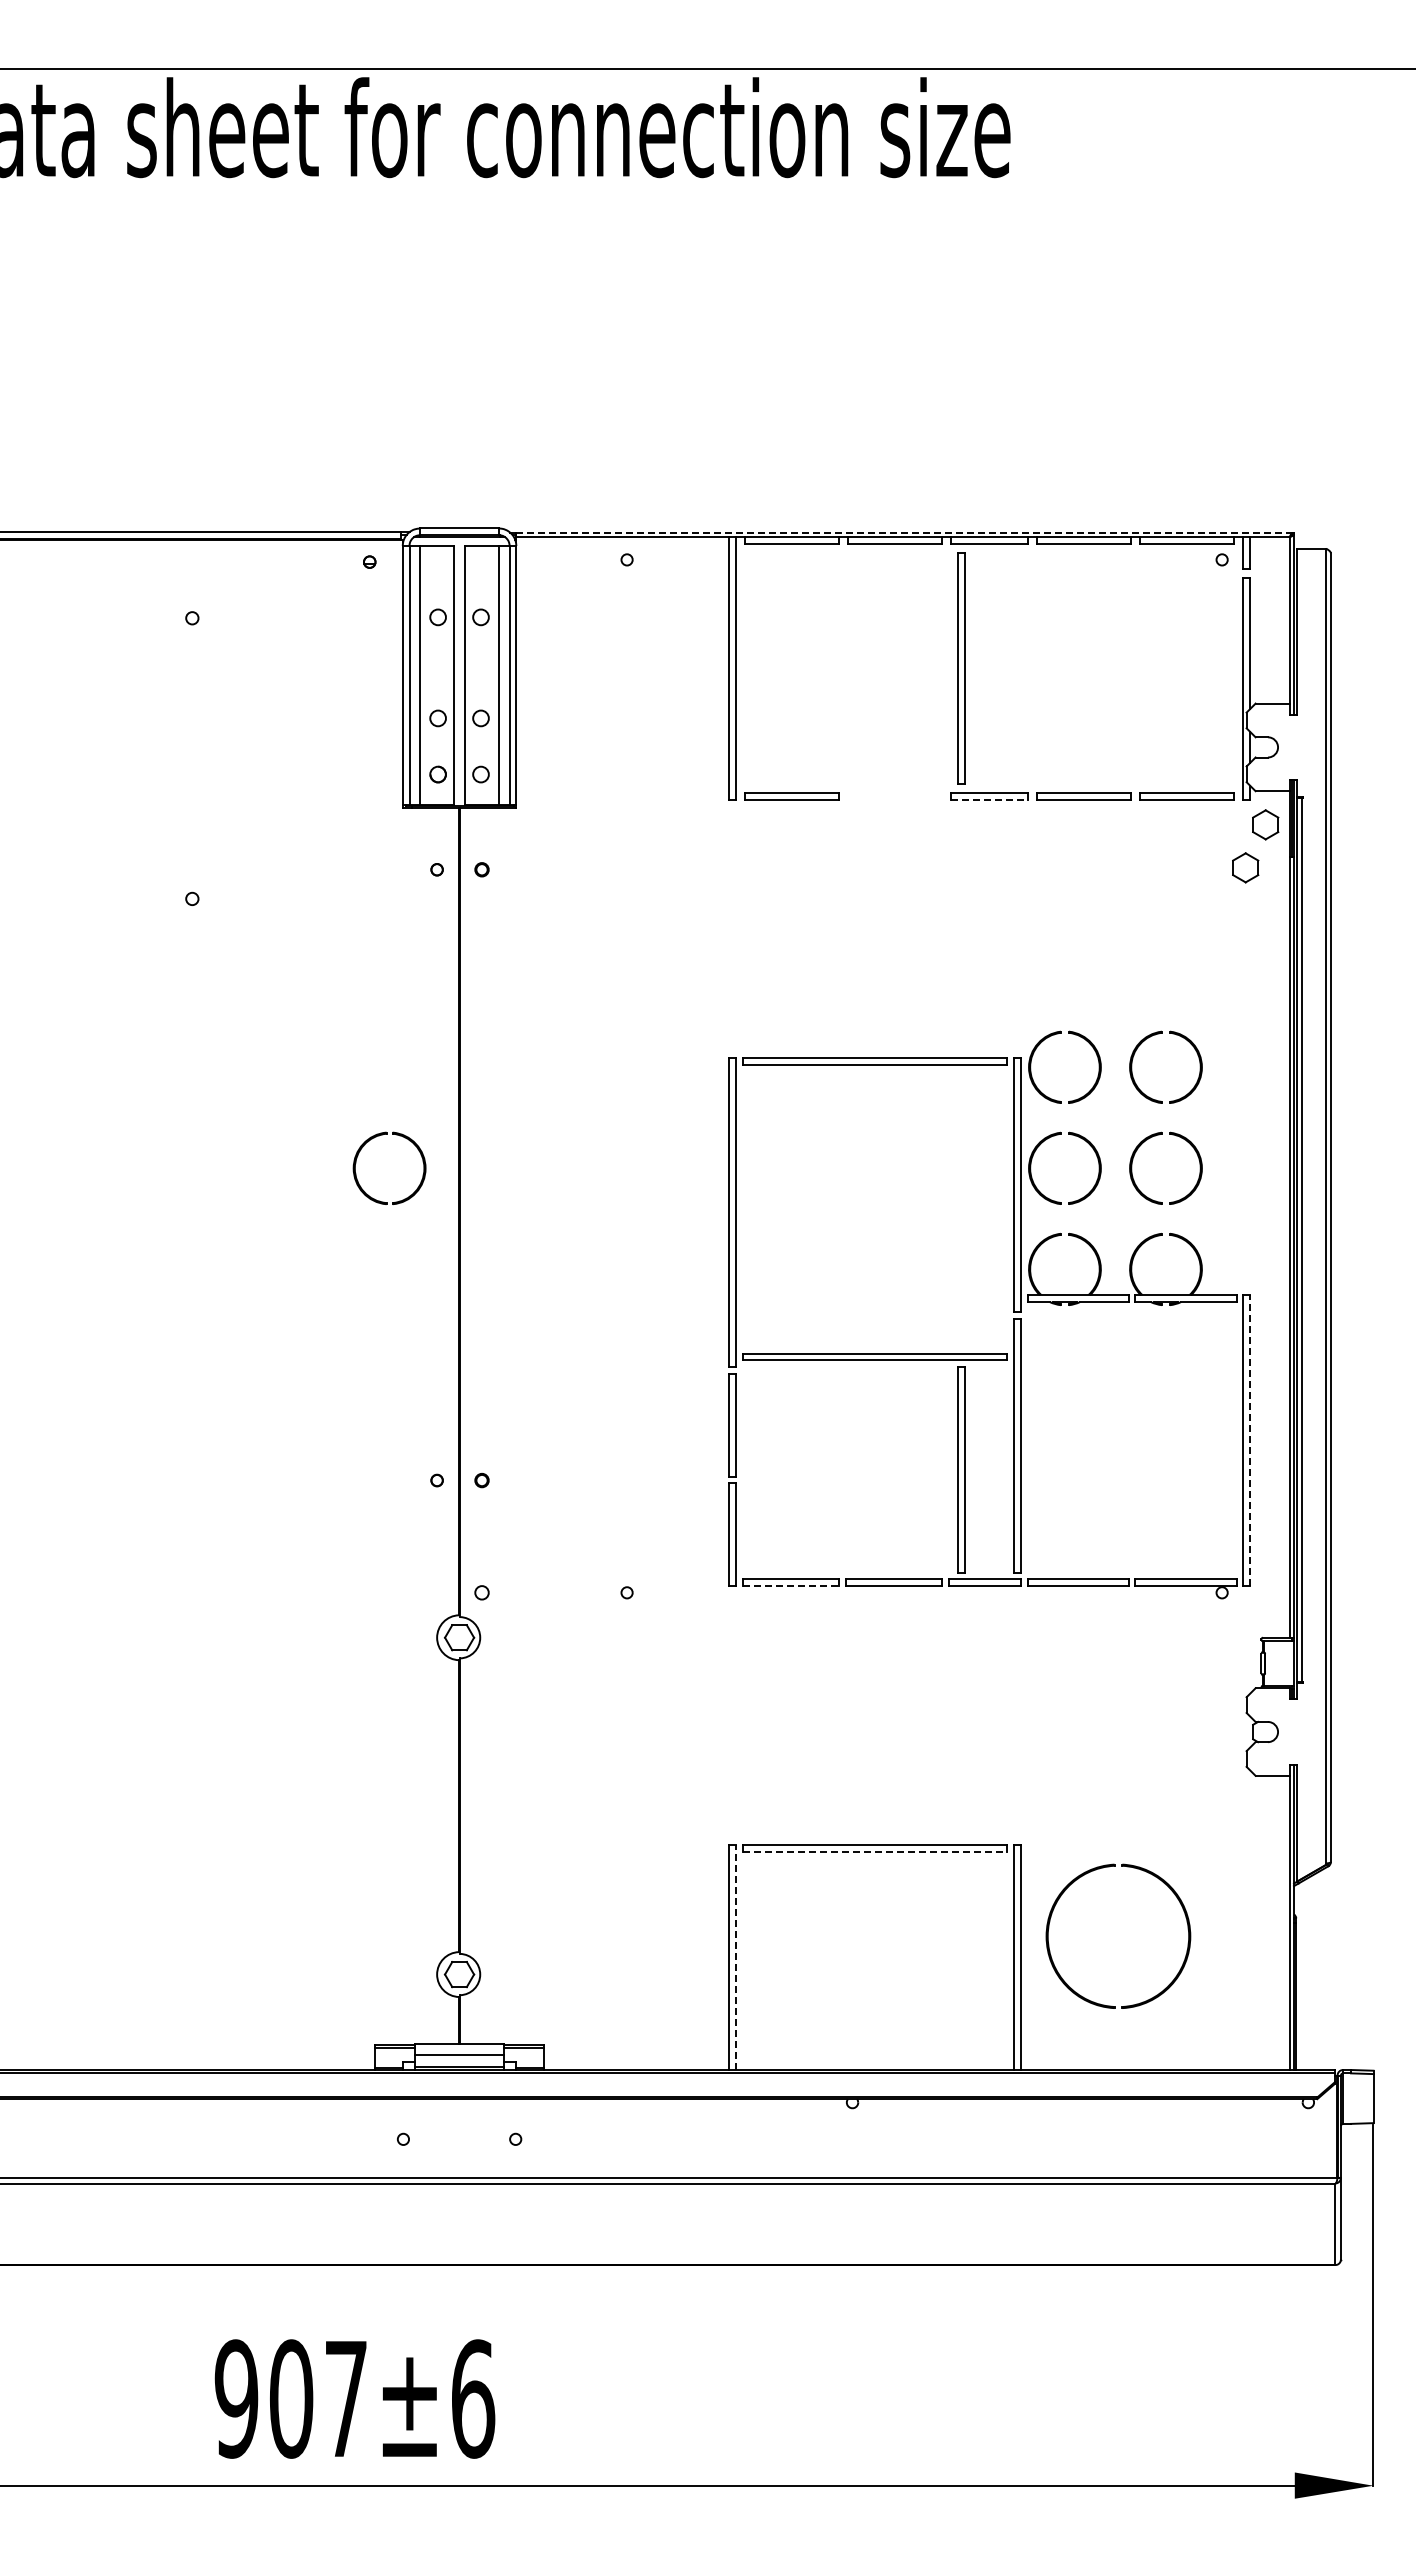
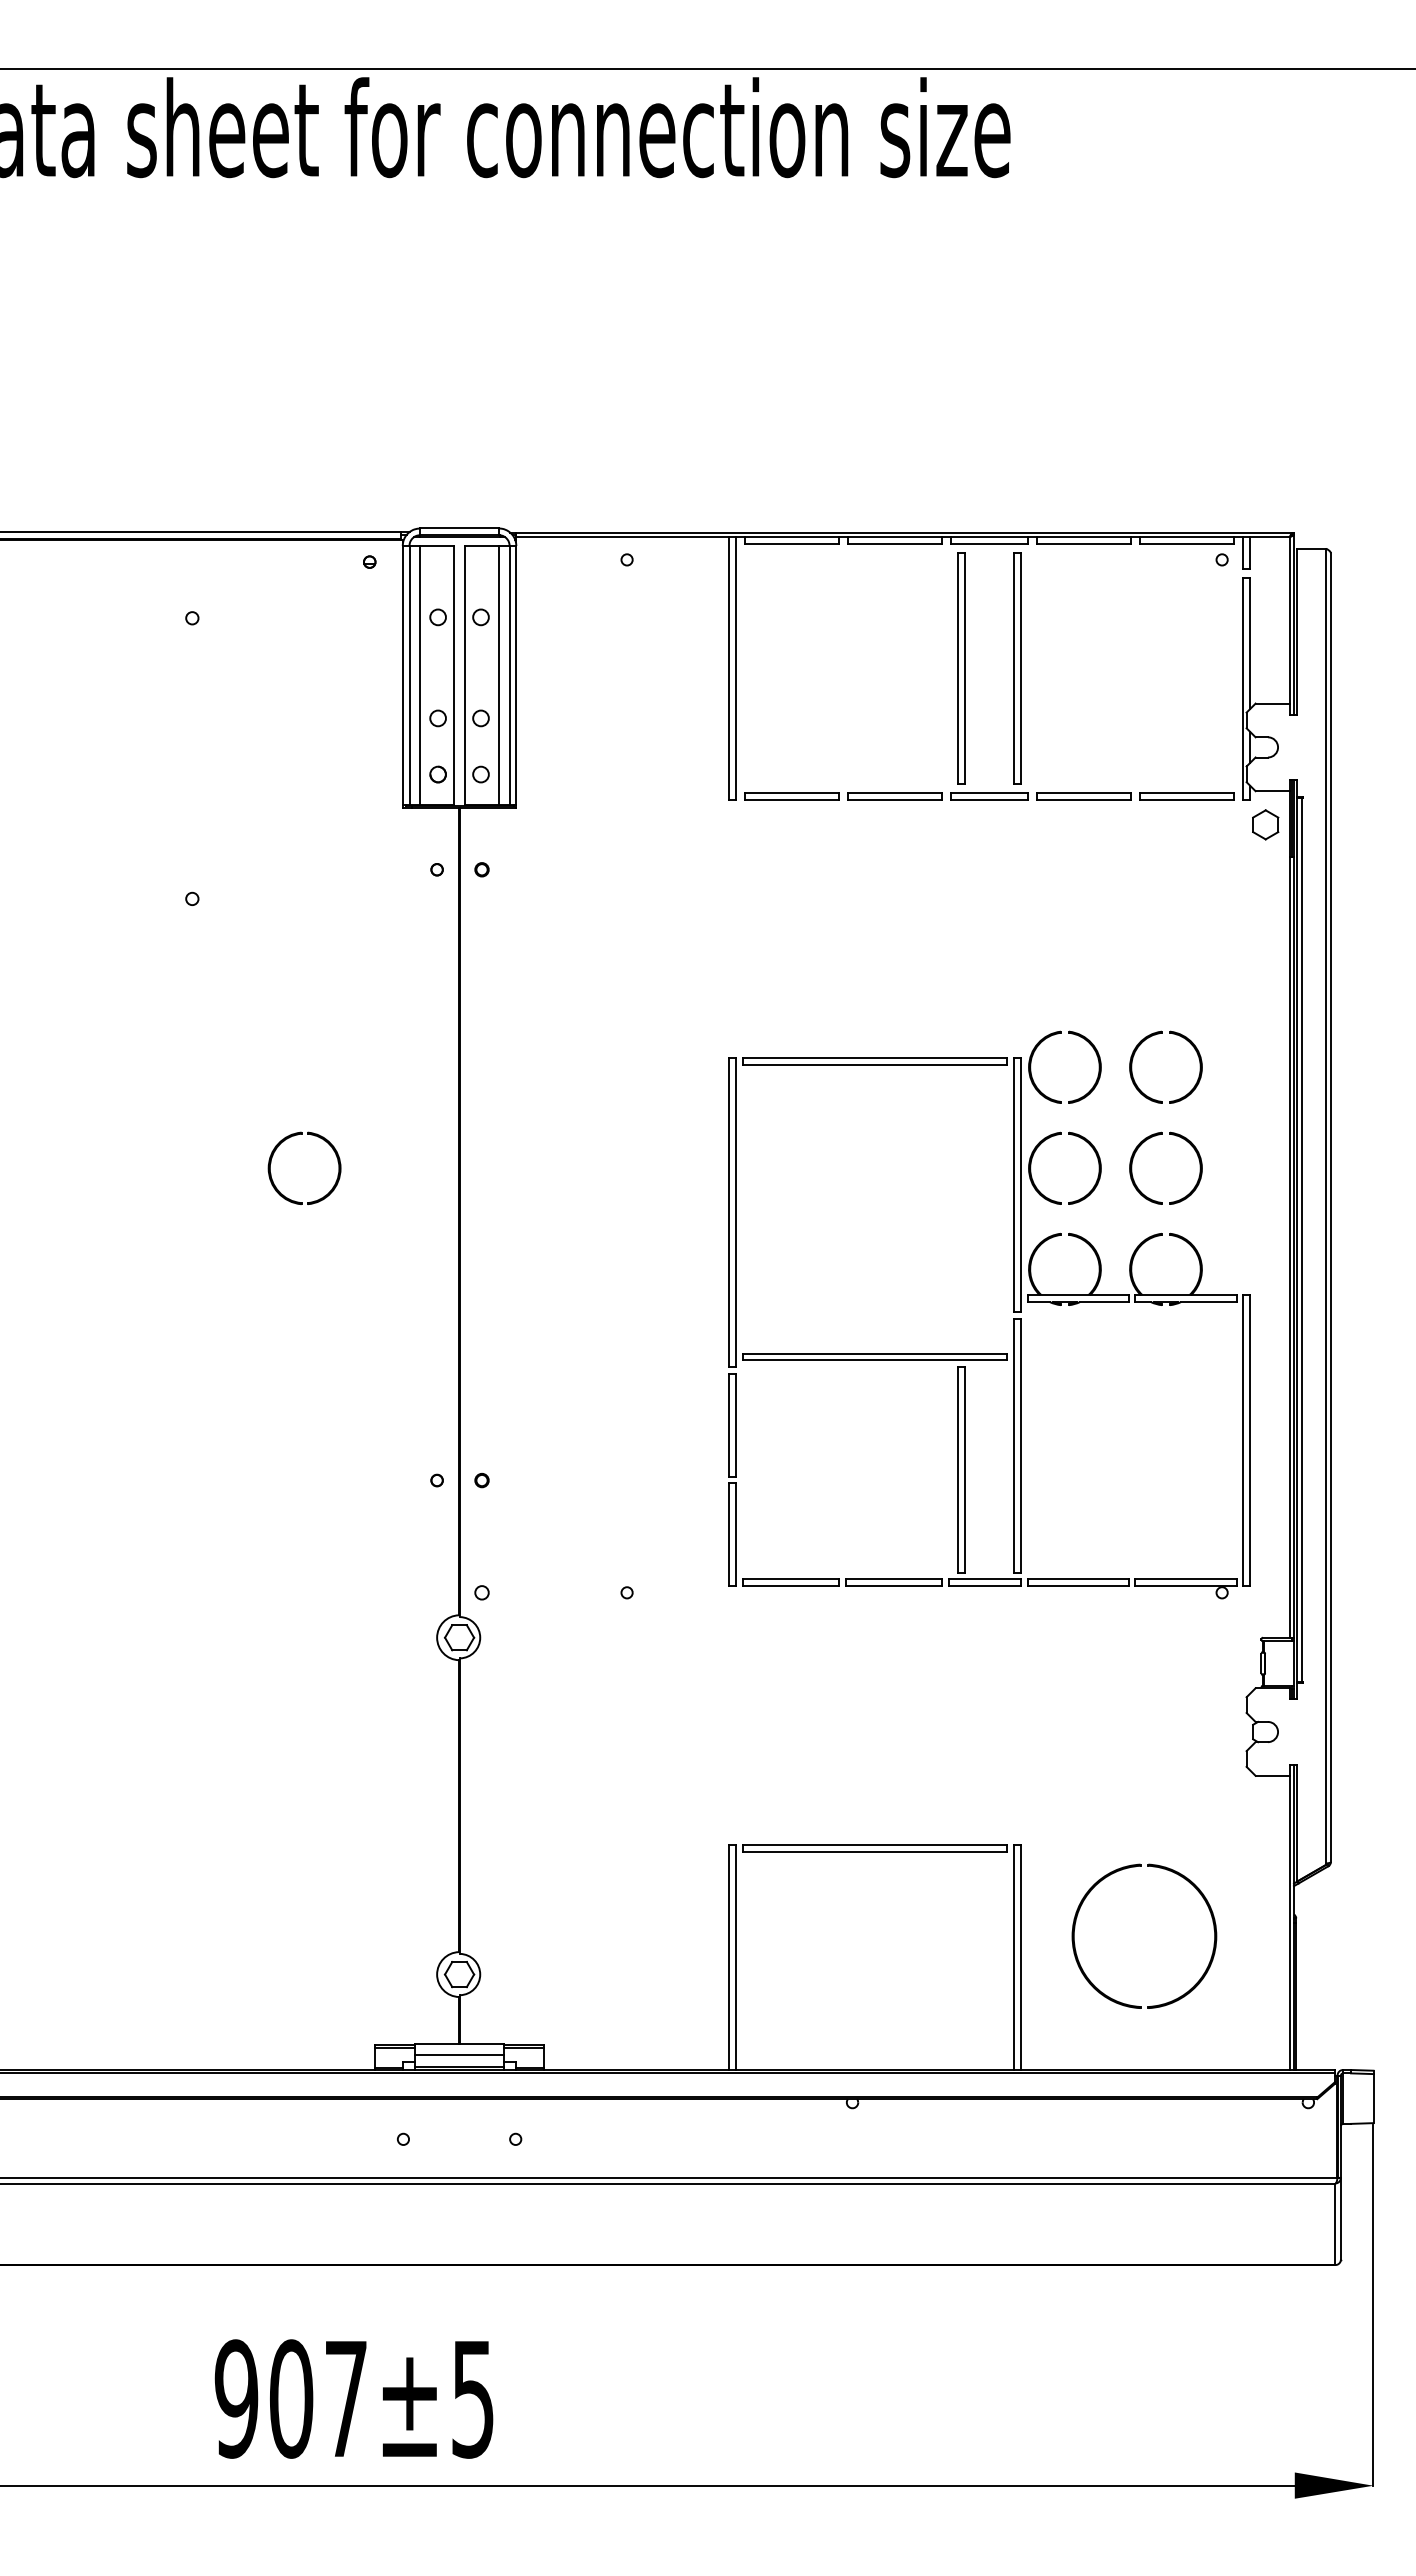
line at (903, 532): dashed -> solid
part at (1017, 668): none -> present
part at (894, 796): none -> present
line at (990, 800): dashed -> solid
part at (1245, 867): present -> none
part at (379, 1136) position: (379, 1136) -> (294, 1136)
line at (1249, 1440): dashed -> solid
line at (791, 1586): dashed -> solid
line at (875, 1852): dashed -> solid
part at (1109, 1867) position: (1109, 1867) -> (1135, 1867)
line at (735, 1957): dashed -> solid
text at (473, 2398): 907±6 -> 907±5
